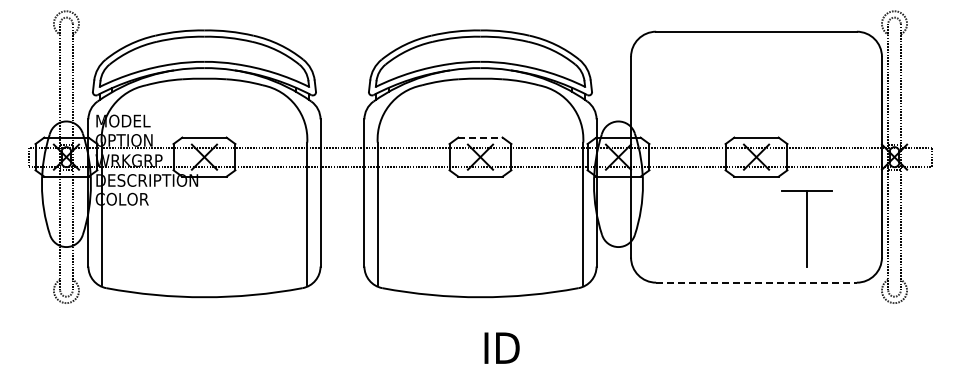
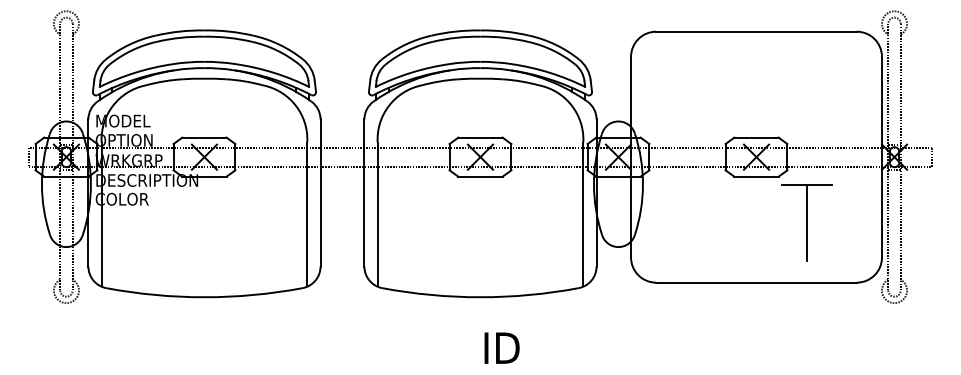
line at (480, 137): dashed -> solid
part at (806, 228) position: (806, 228) -> (806, 222)
line at (757, 282): dashed -> solid
